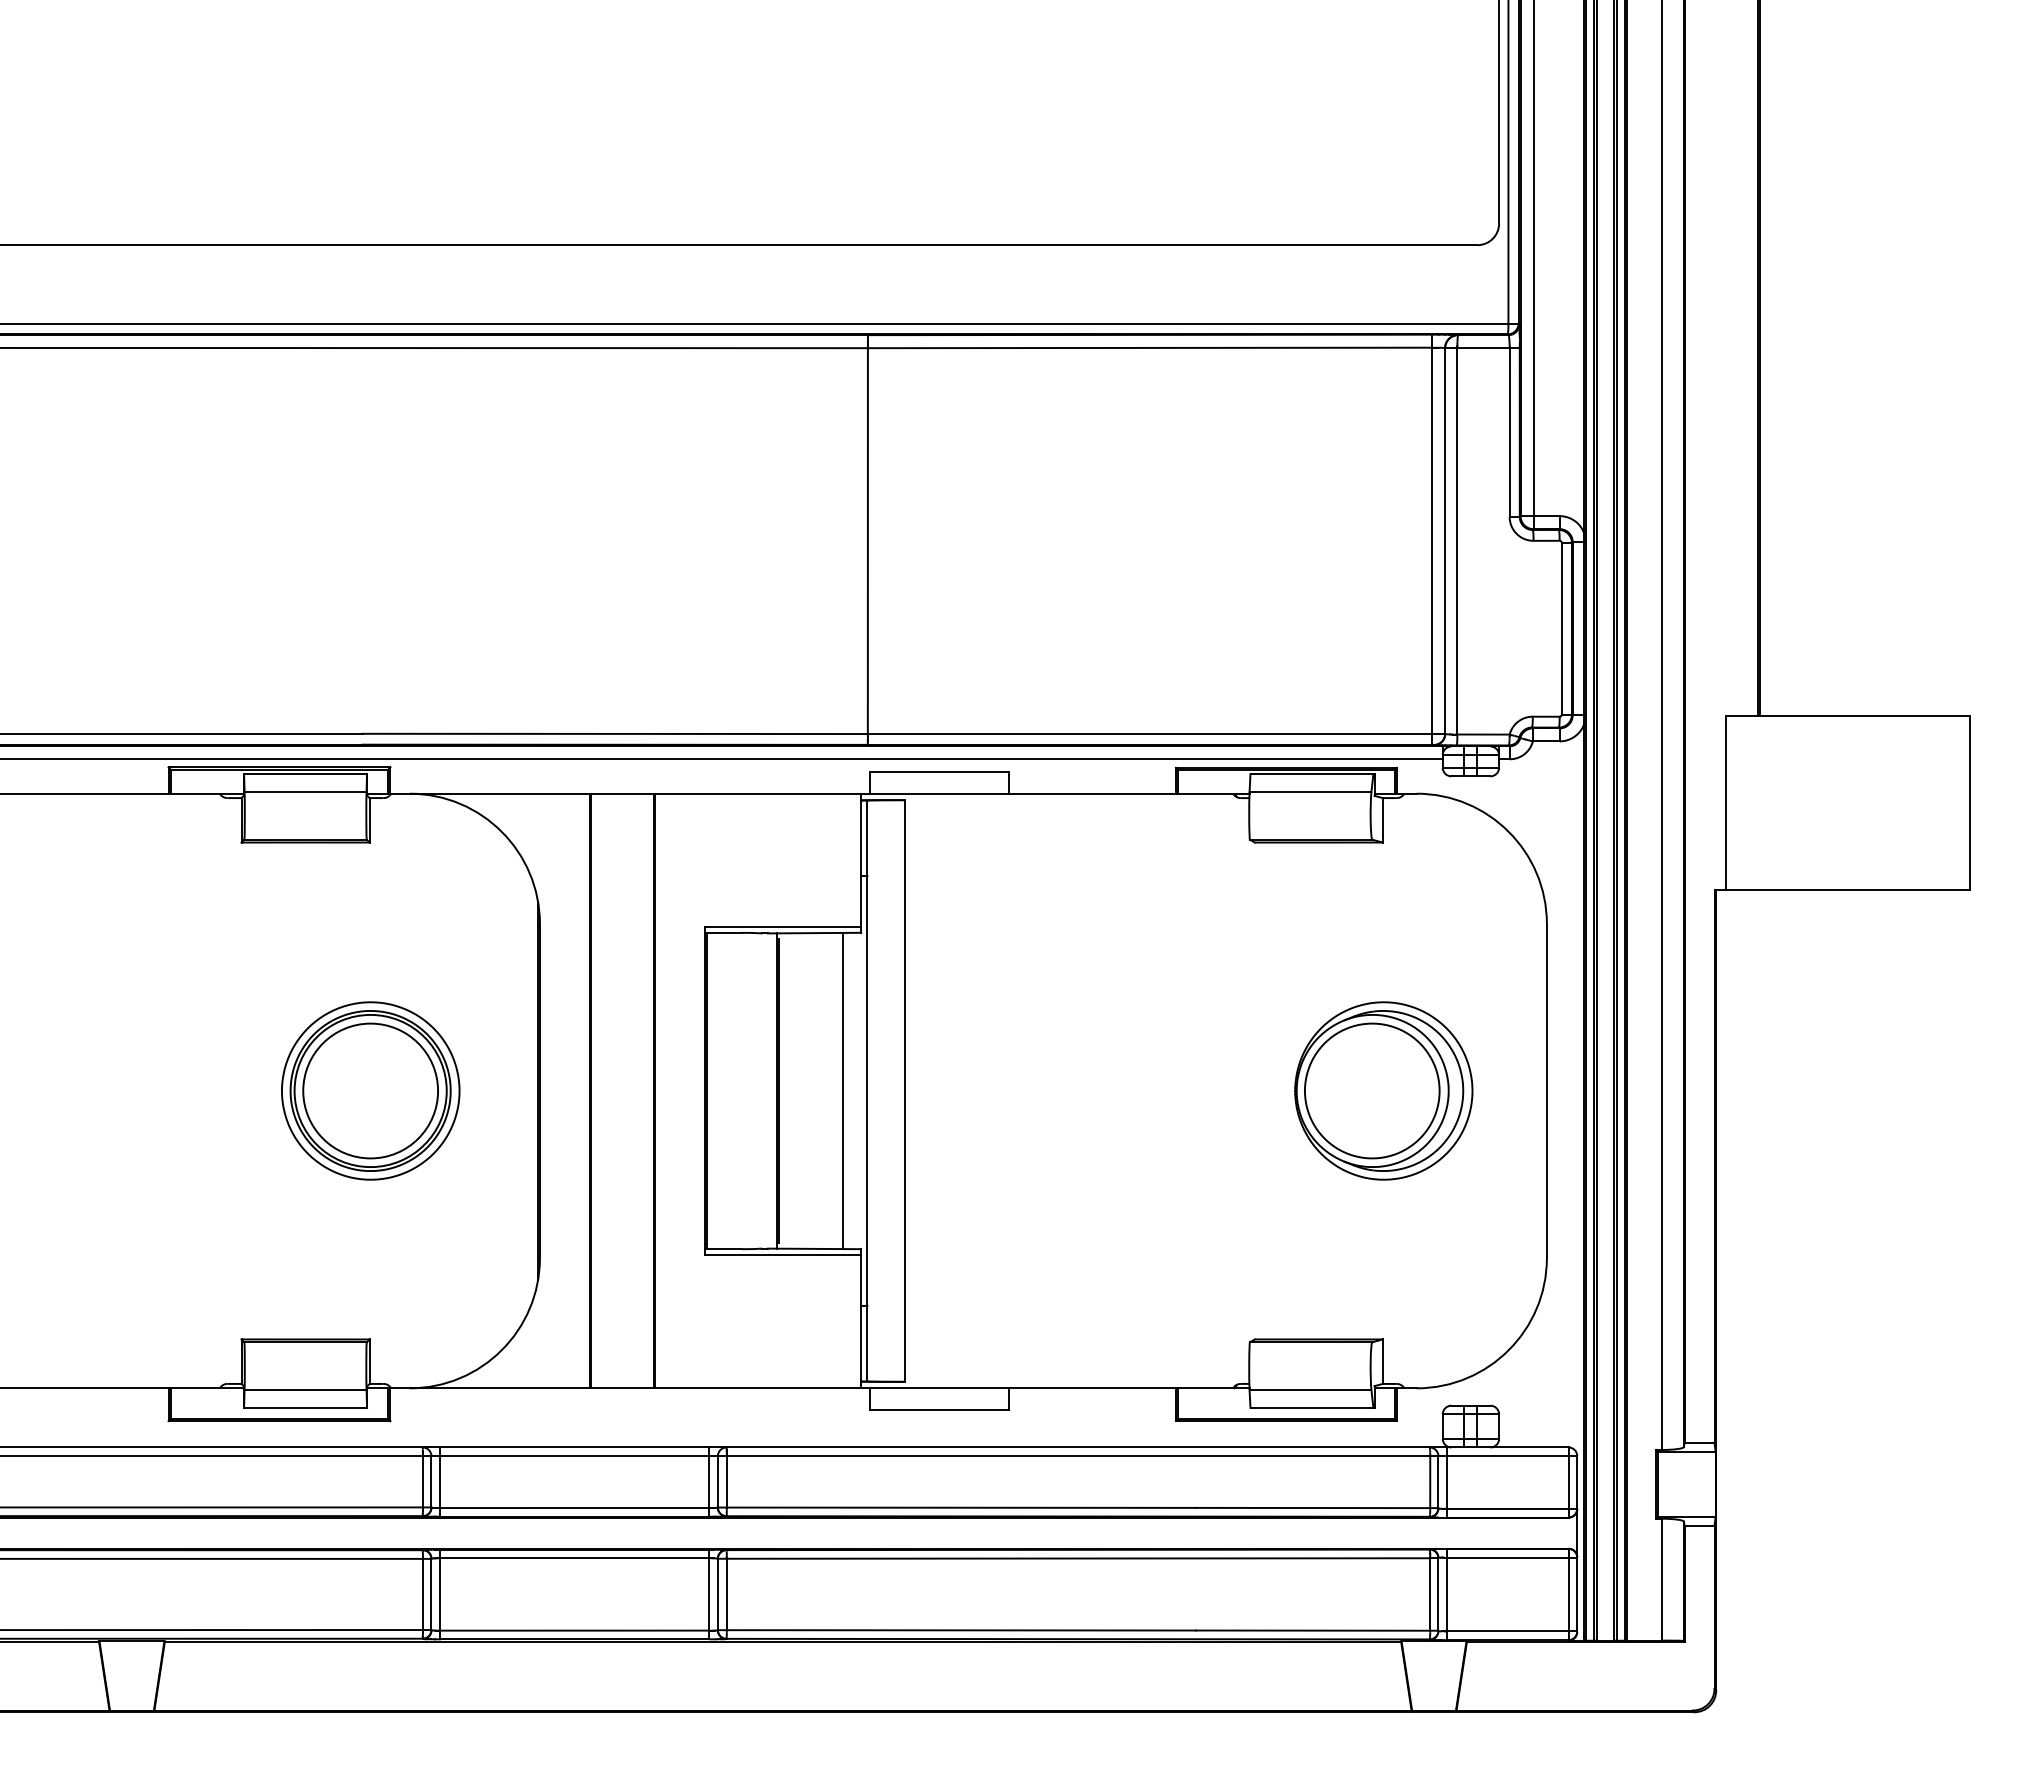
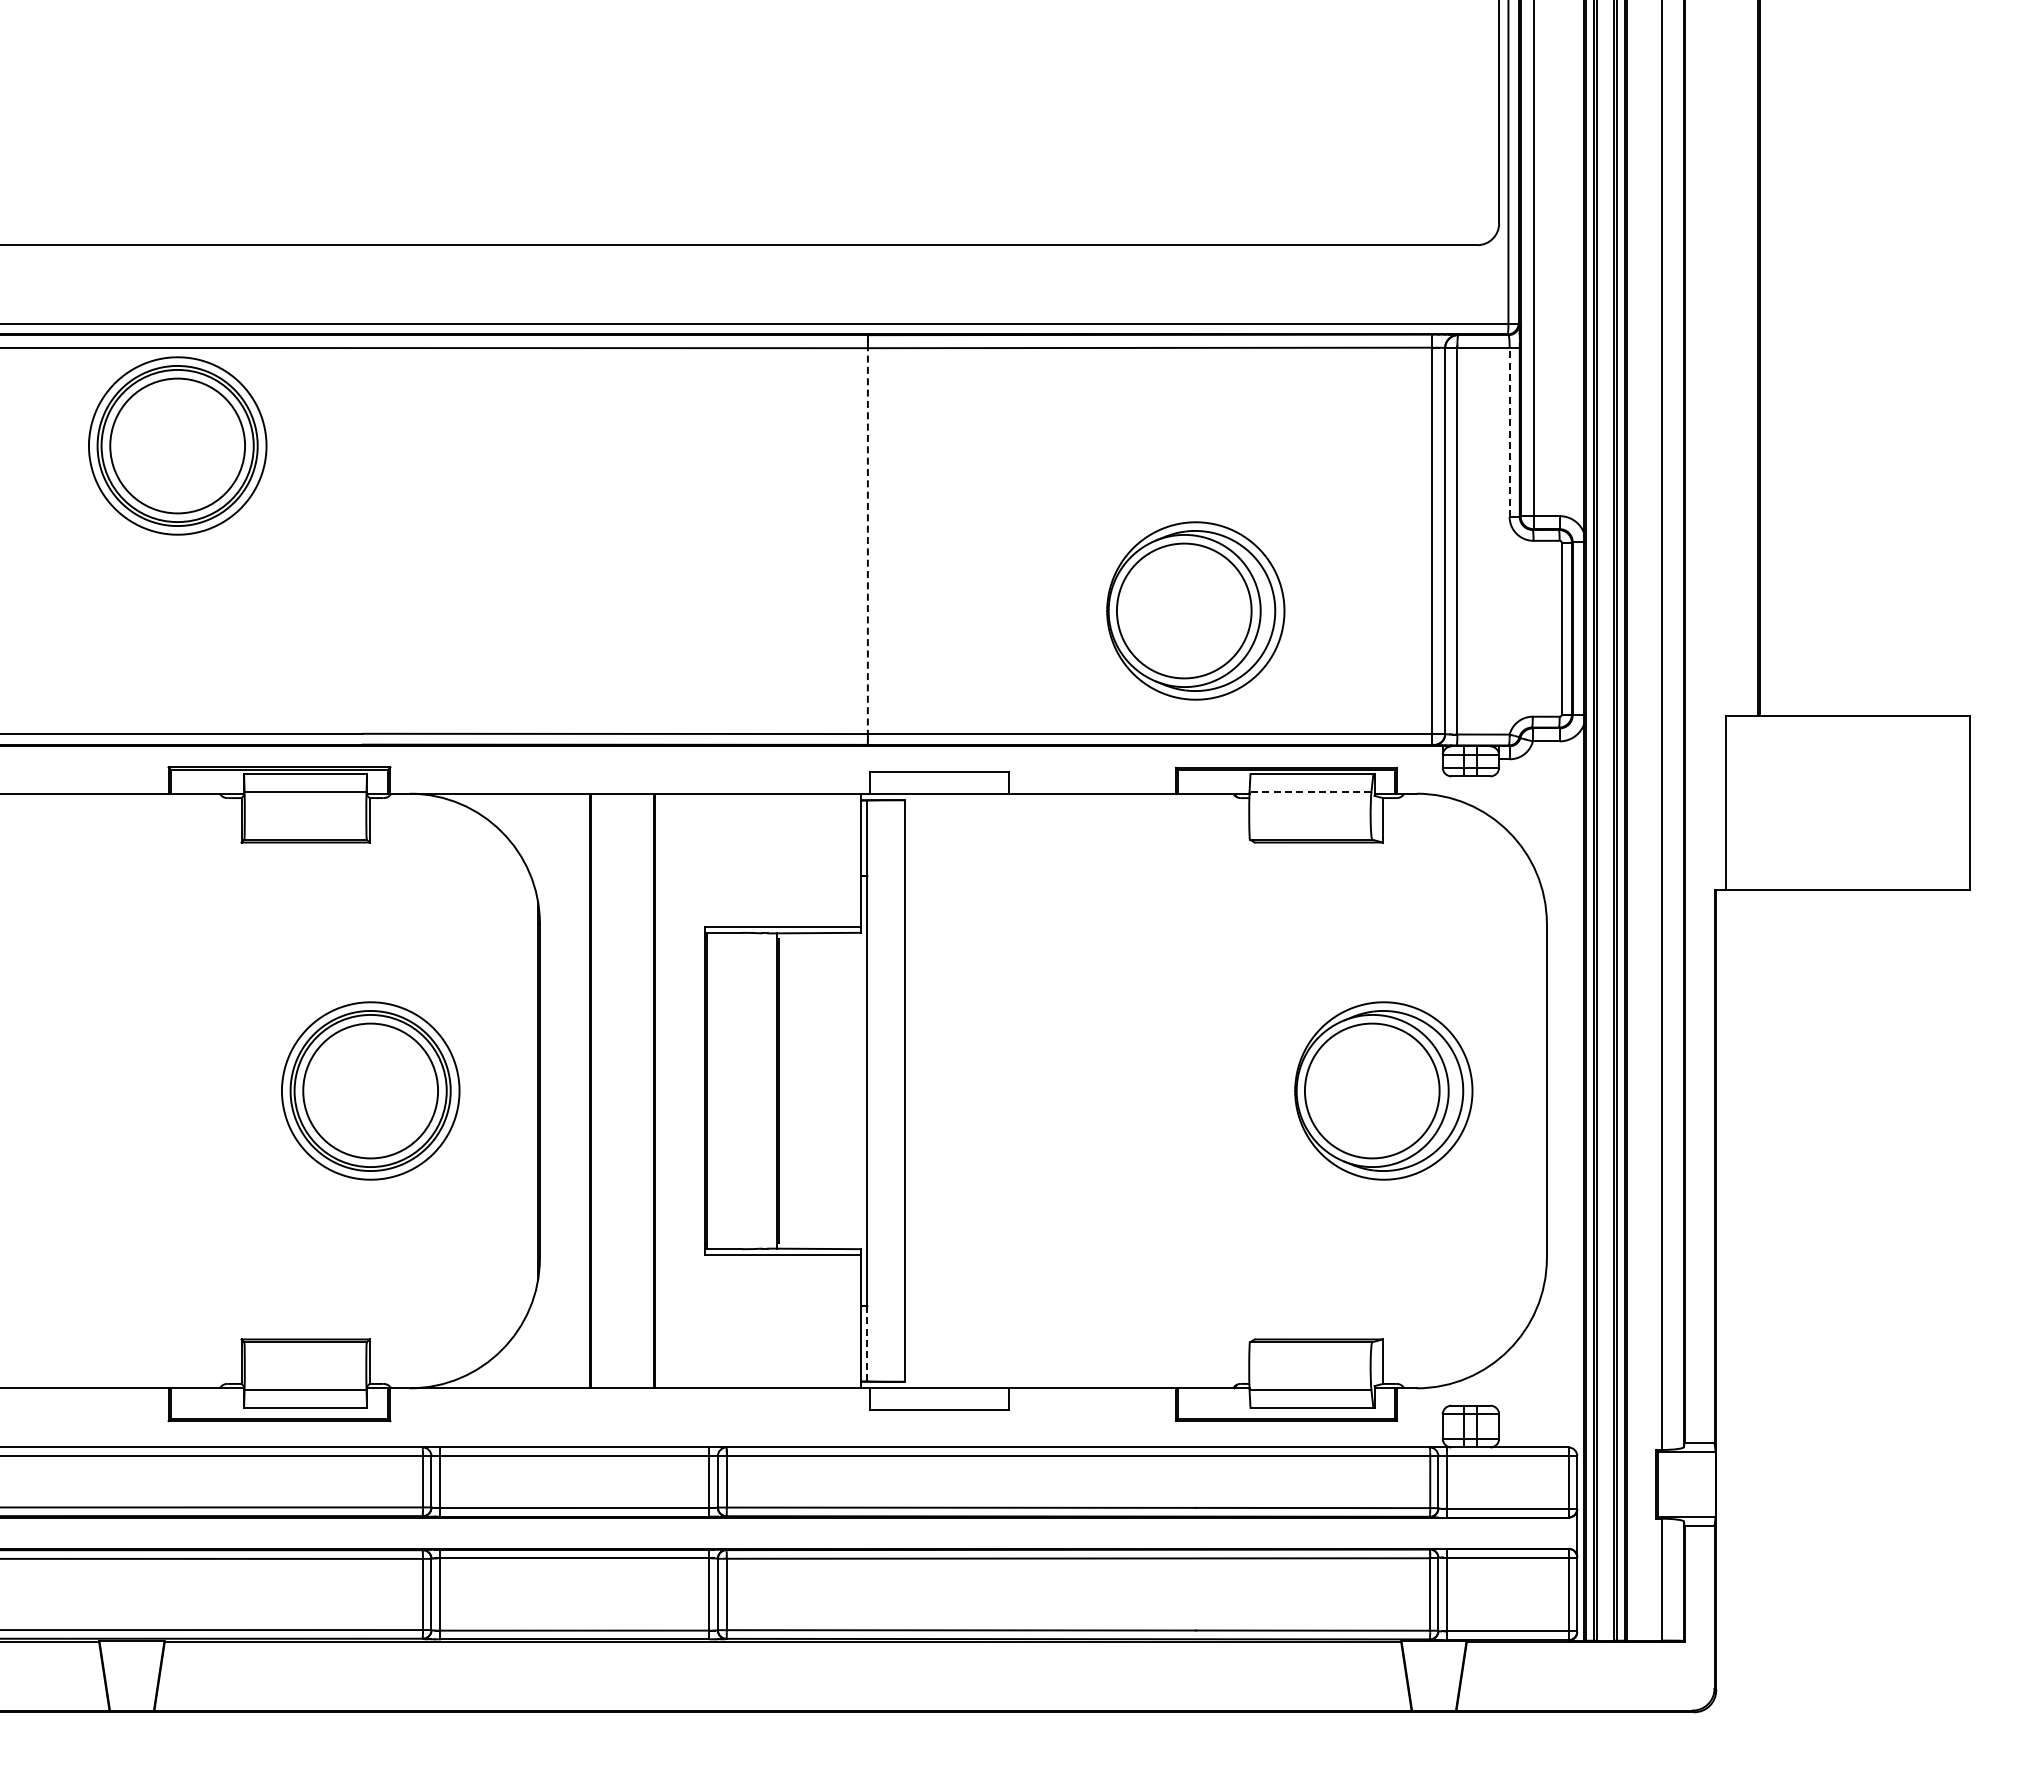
line at (1509, 432): solid -> dashed
part at (177, 445): none -> present
line at (867, 540): solid -> dashed
part at (1195, 610): none -> present
line at (722, 759): present -> none
line at (1310, 791): solid -> dashed
line at (843, 1090): present -> none
line at (867, 1343): solid -> dashed
